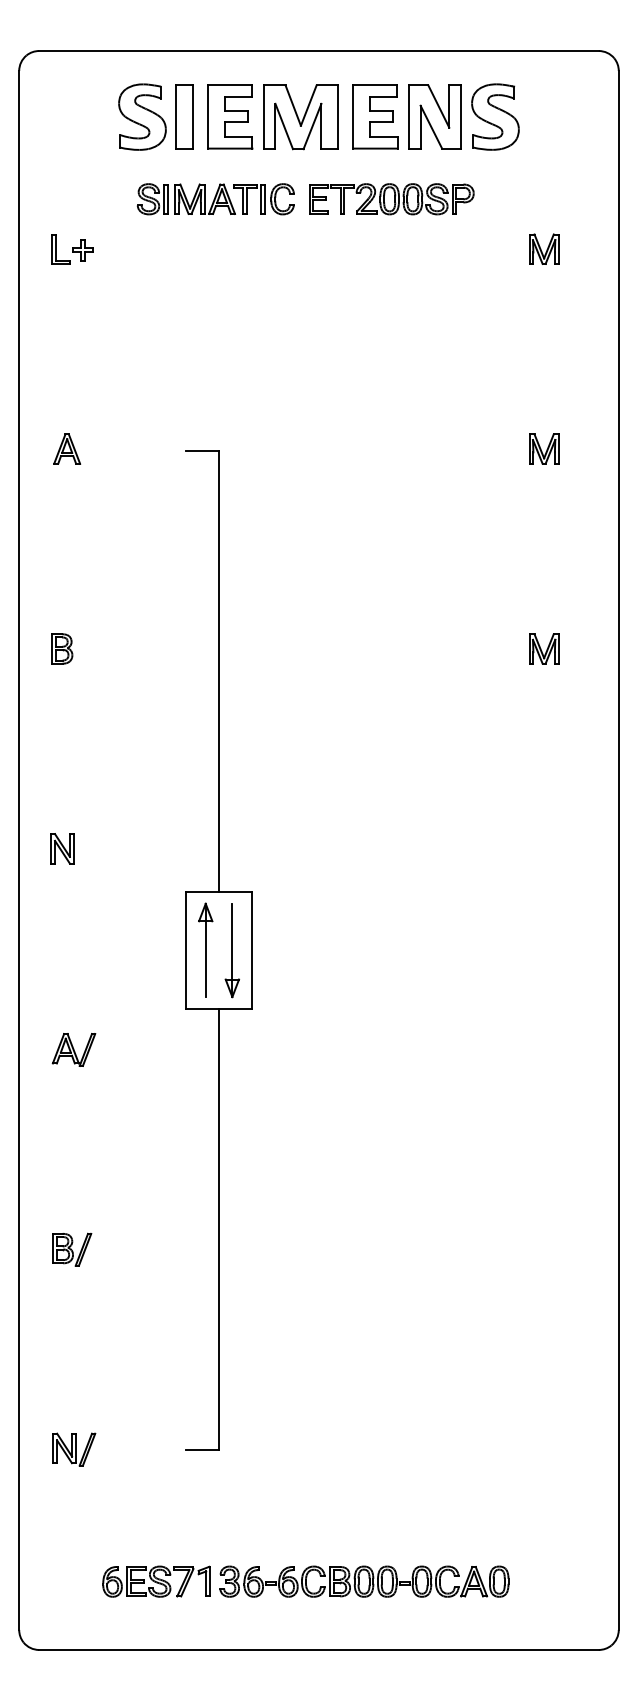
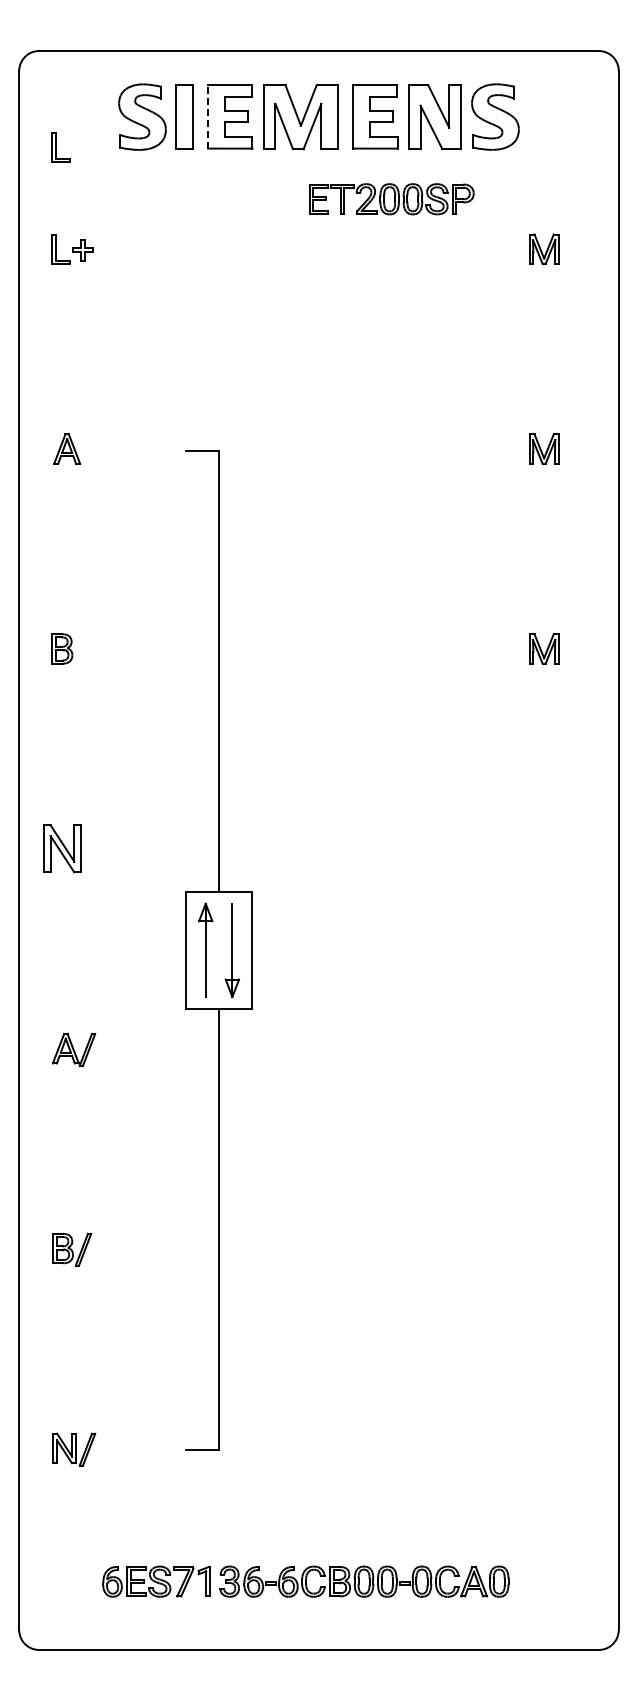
line at (208, 117): solid -> dashed
part at (60, 147): none -> present
part at (215, 199): present -> none
part at (62, 848) size: 25x32 px -> 39x50 px
